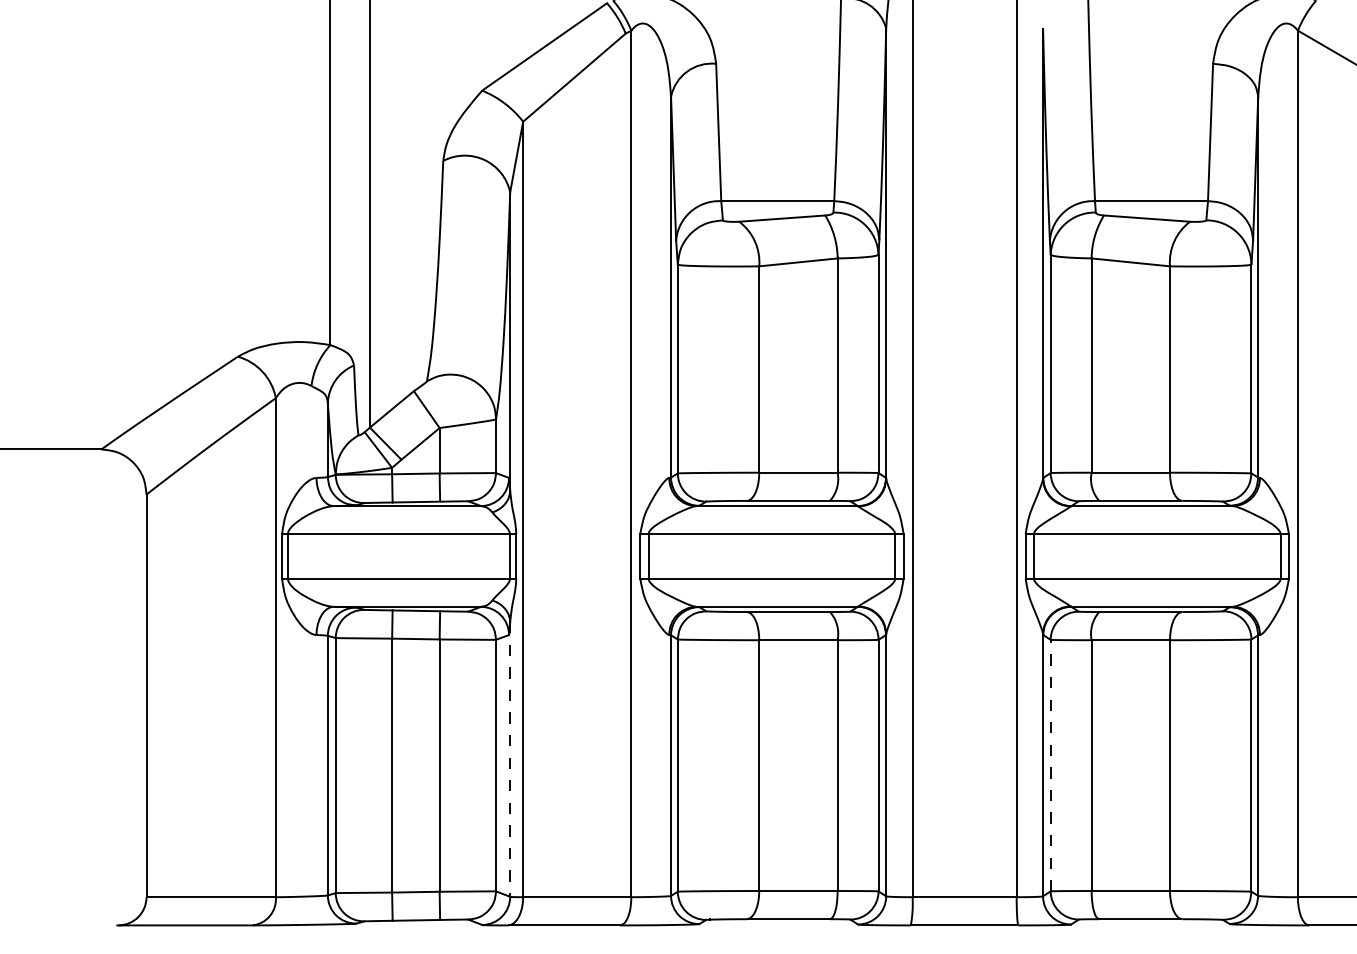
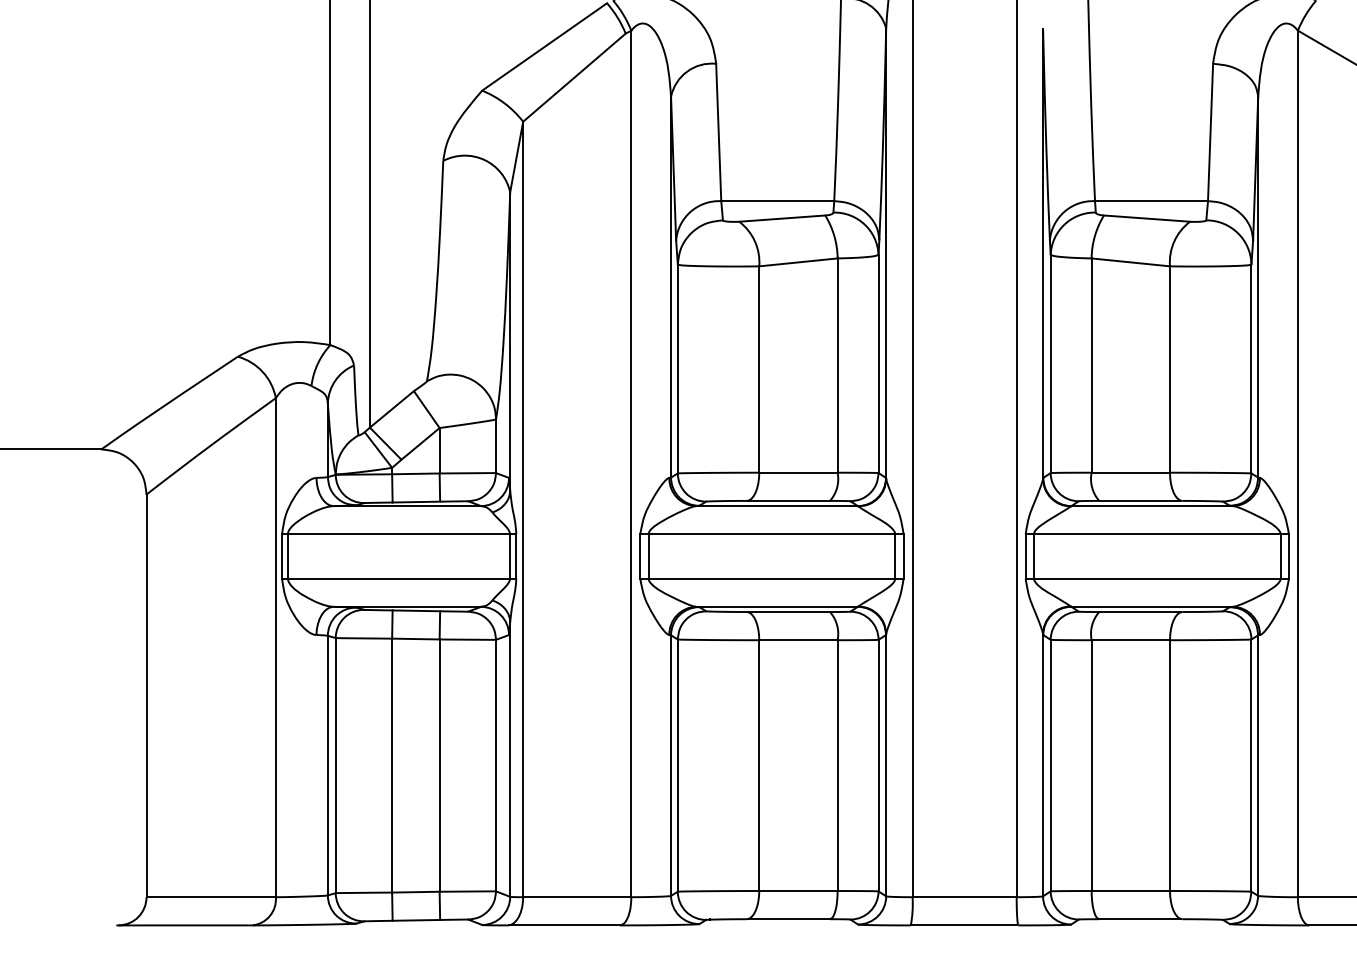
line at (510, 760): dashed -> solid
line at (1050, 765): dashed -> solid
